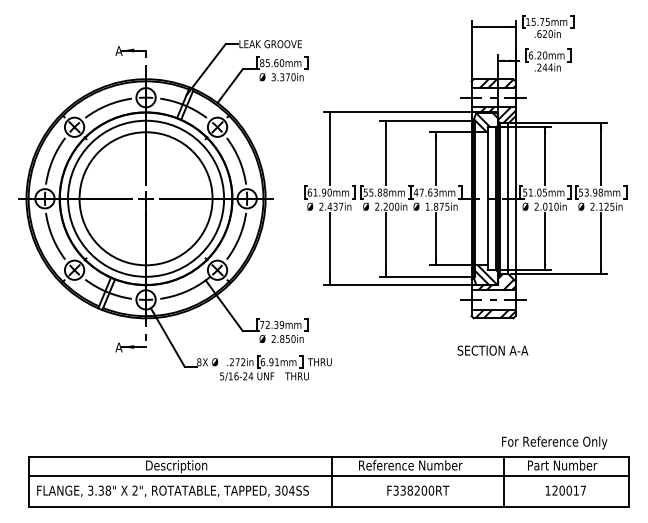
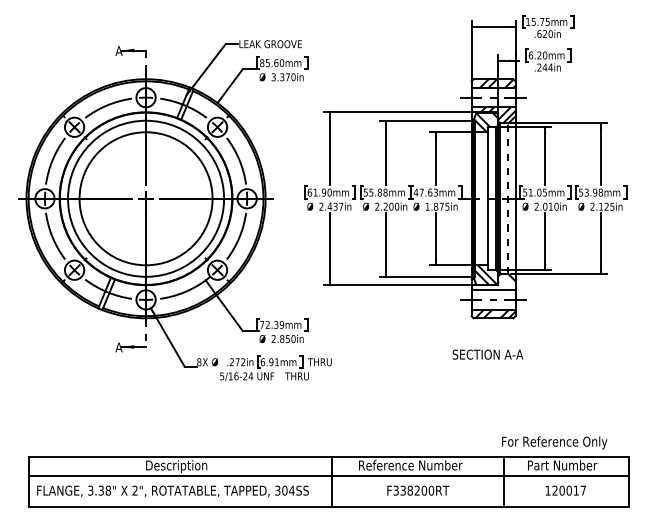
line at (508, 198): solid -> dashed
hatch at (496, 282): present -> none
text at (492, 350) position: (492, 350) -> (487, 354)
